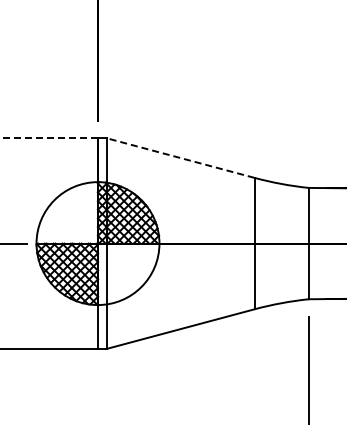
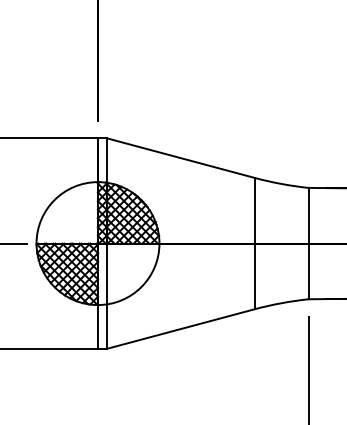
line at (49, 138): dashed -> solid
line at (180, 158): dashed -> solid
